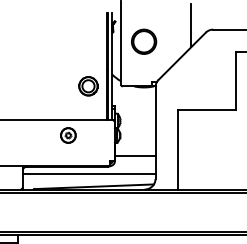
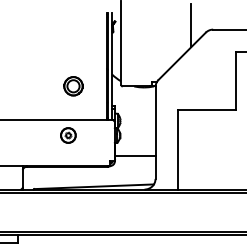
part at (144, 41): present -> none
part at (88, 86) position: (88, 86) -> (73, 86)
line at (88, 174): present -> none
